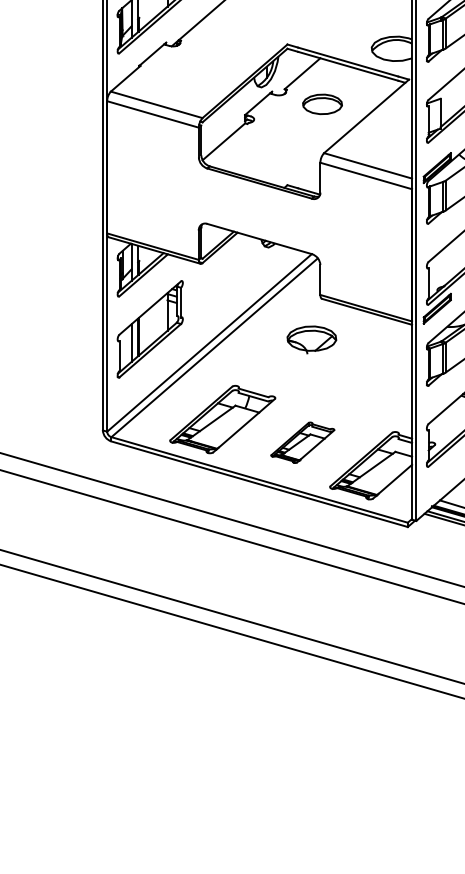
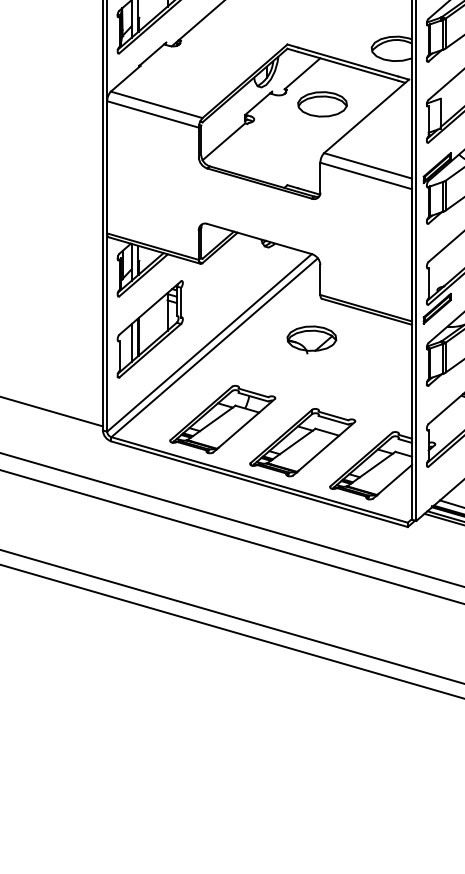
part at (322, 104) size: 41x23 px -> 51x27 px
line at (52, 411): none -> present
part at (302, 442) size: 66x43 px -> 108x70 px
